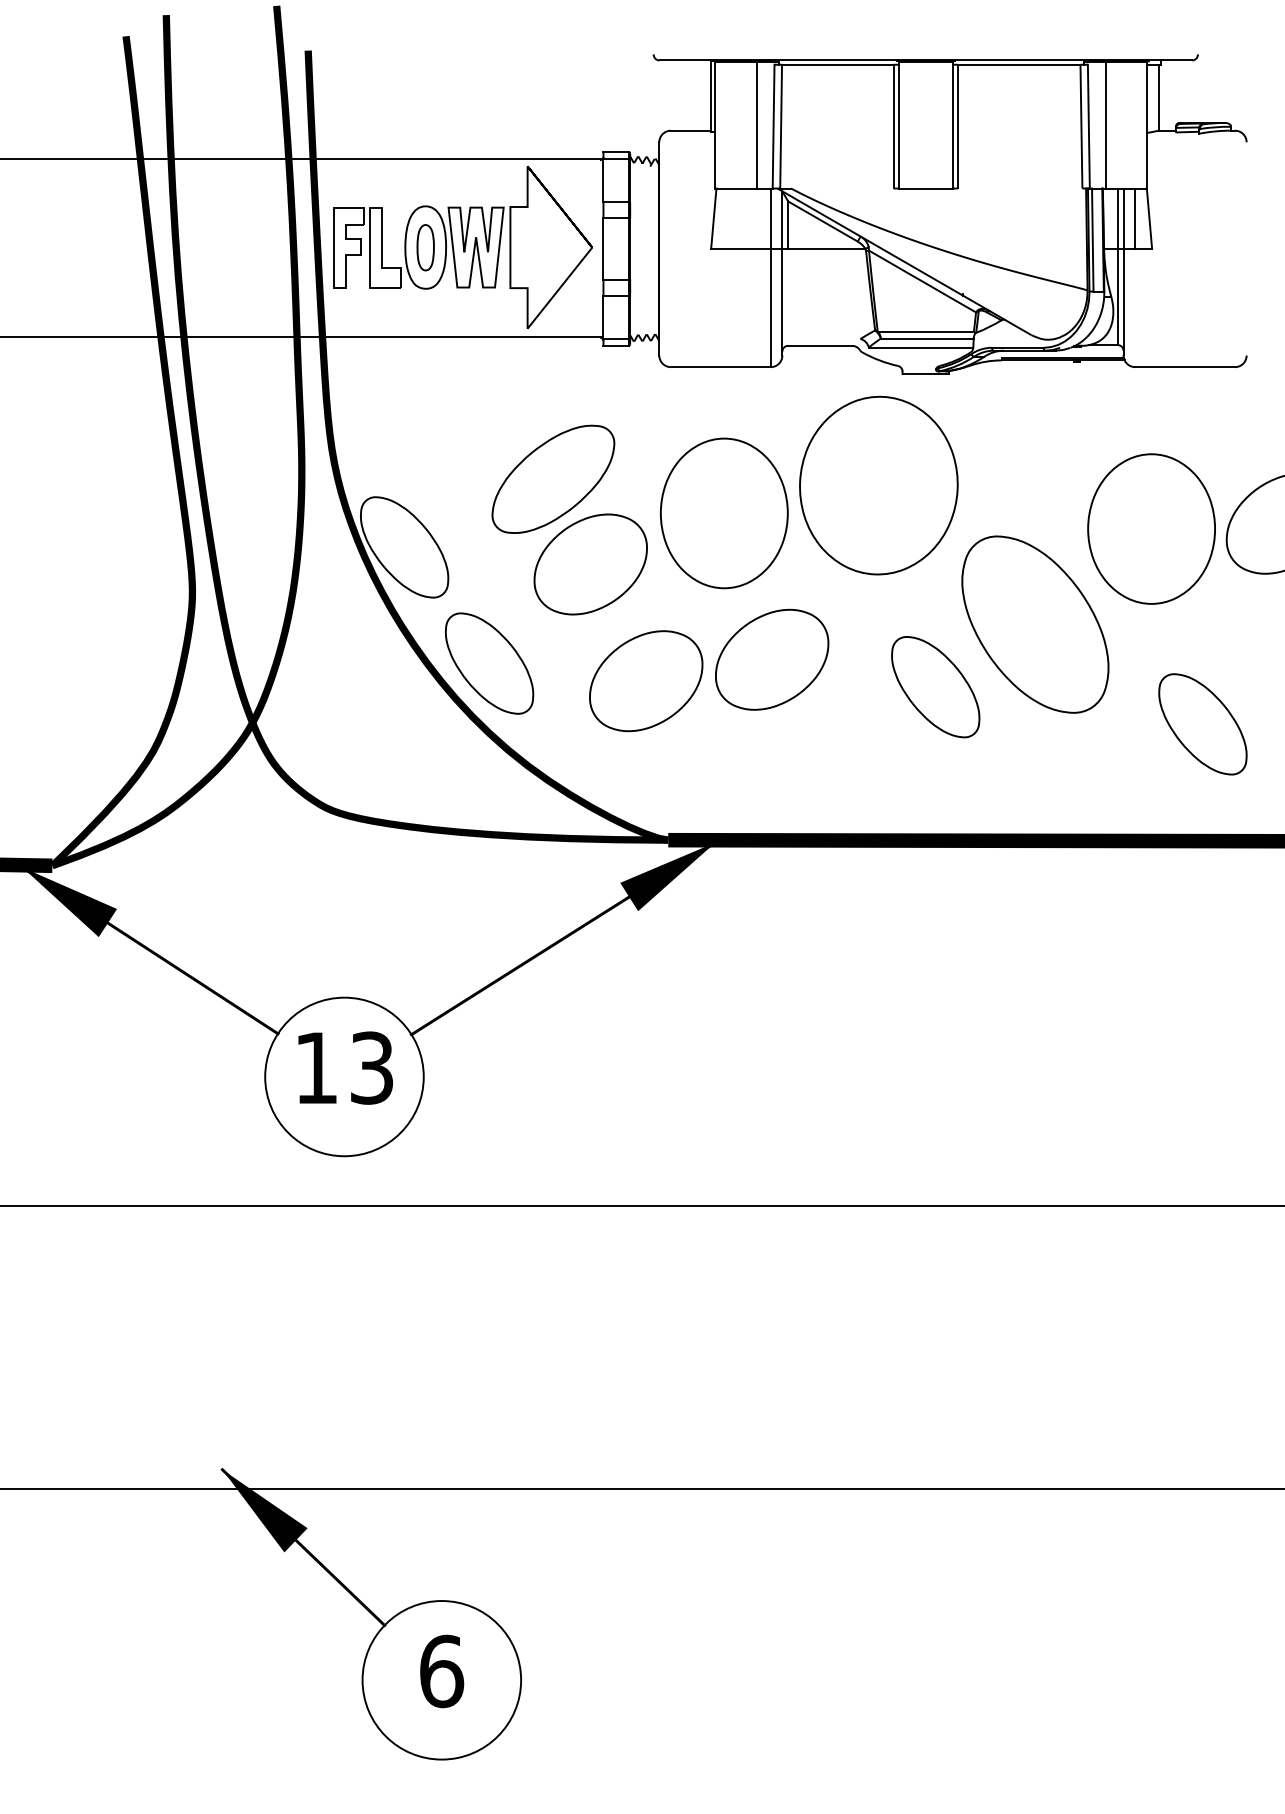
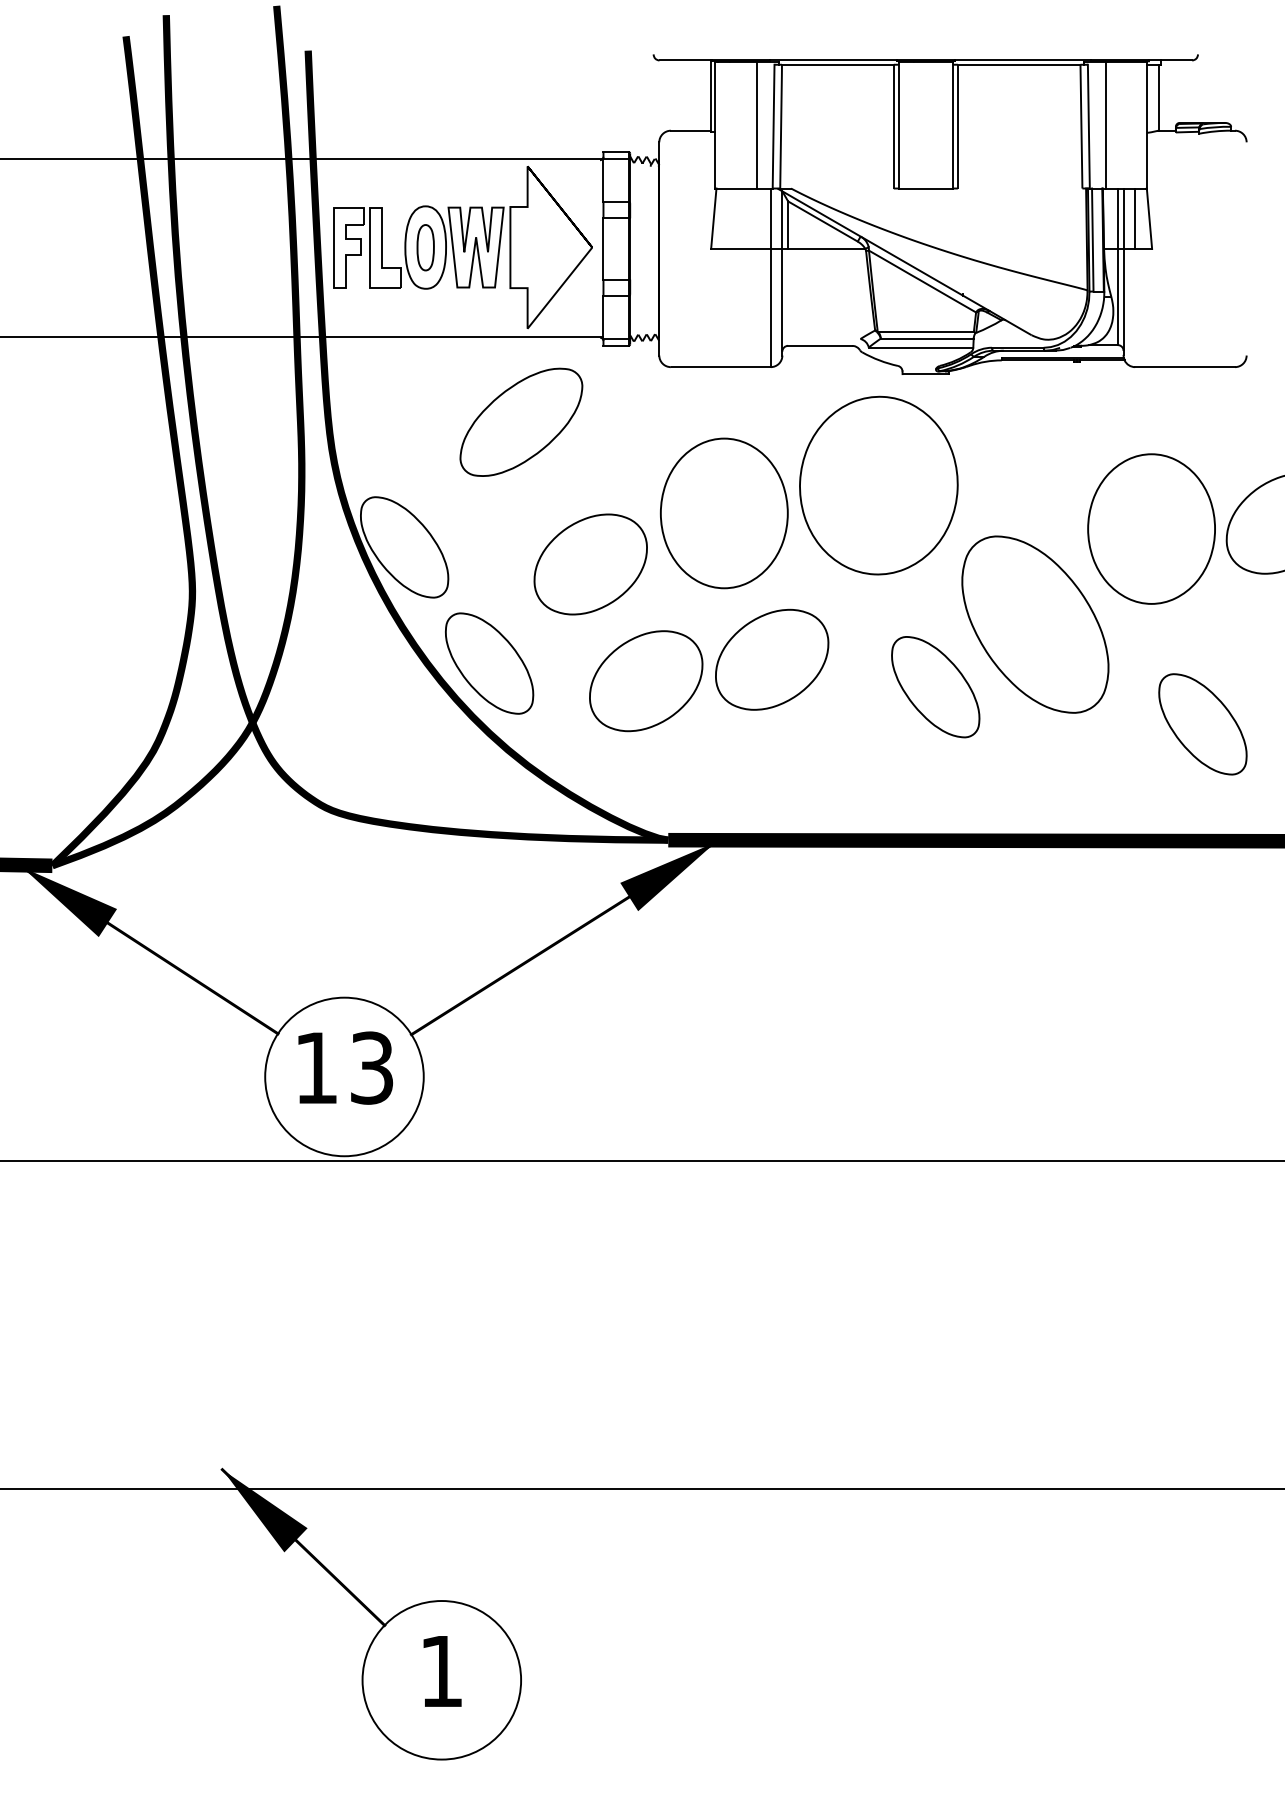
part at (553, 478) position: (553, 478) -> (521, 421)
line at (641, 1205) position: (641, 1205) -> (641, 1160)
text at (442, 1671): 6 -> 1
